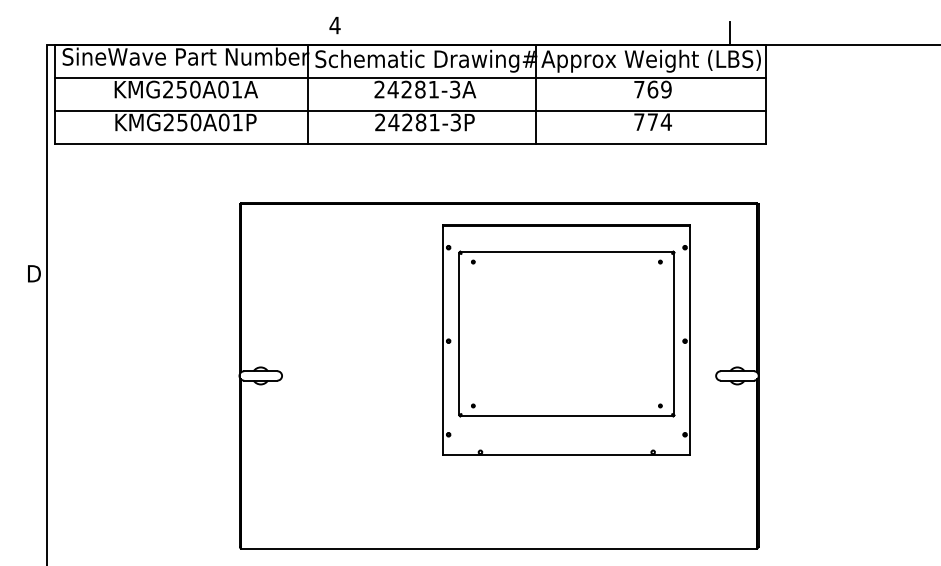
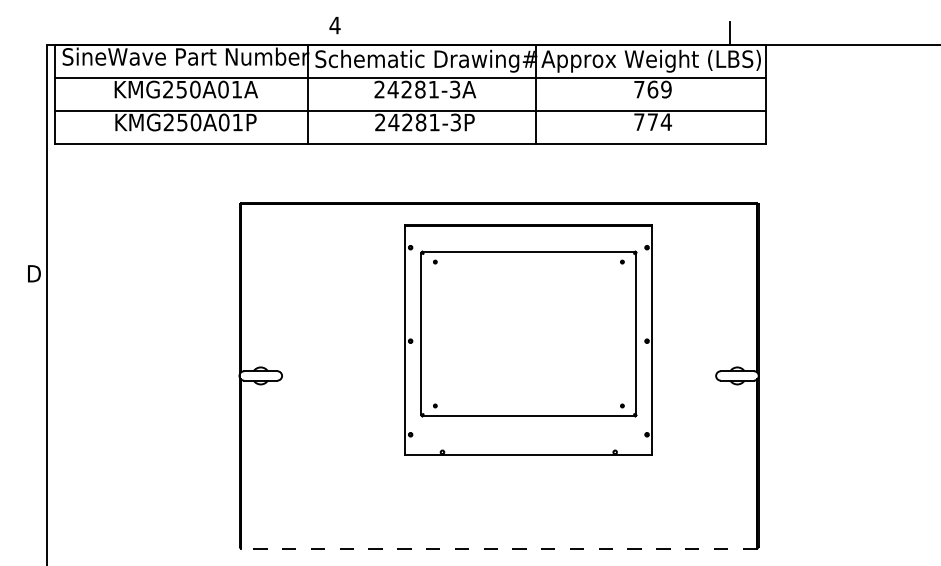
part at (566, 339) position: (566, 339) -> (528, 339)
line at (499, 549): solid -> dashed
